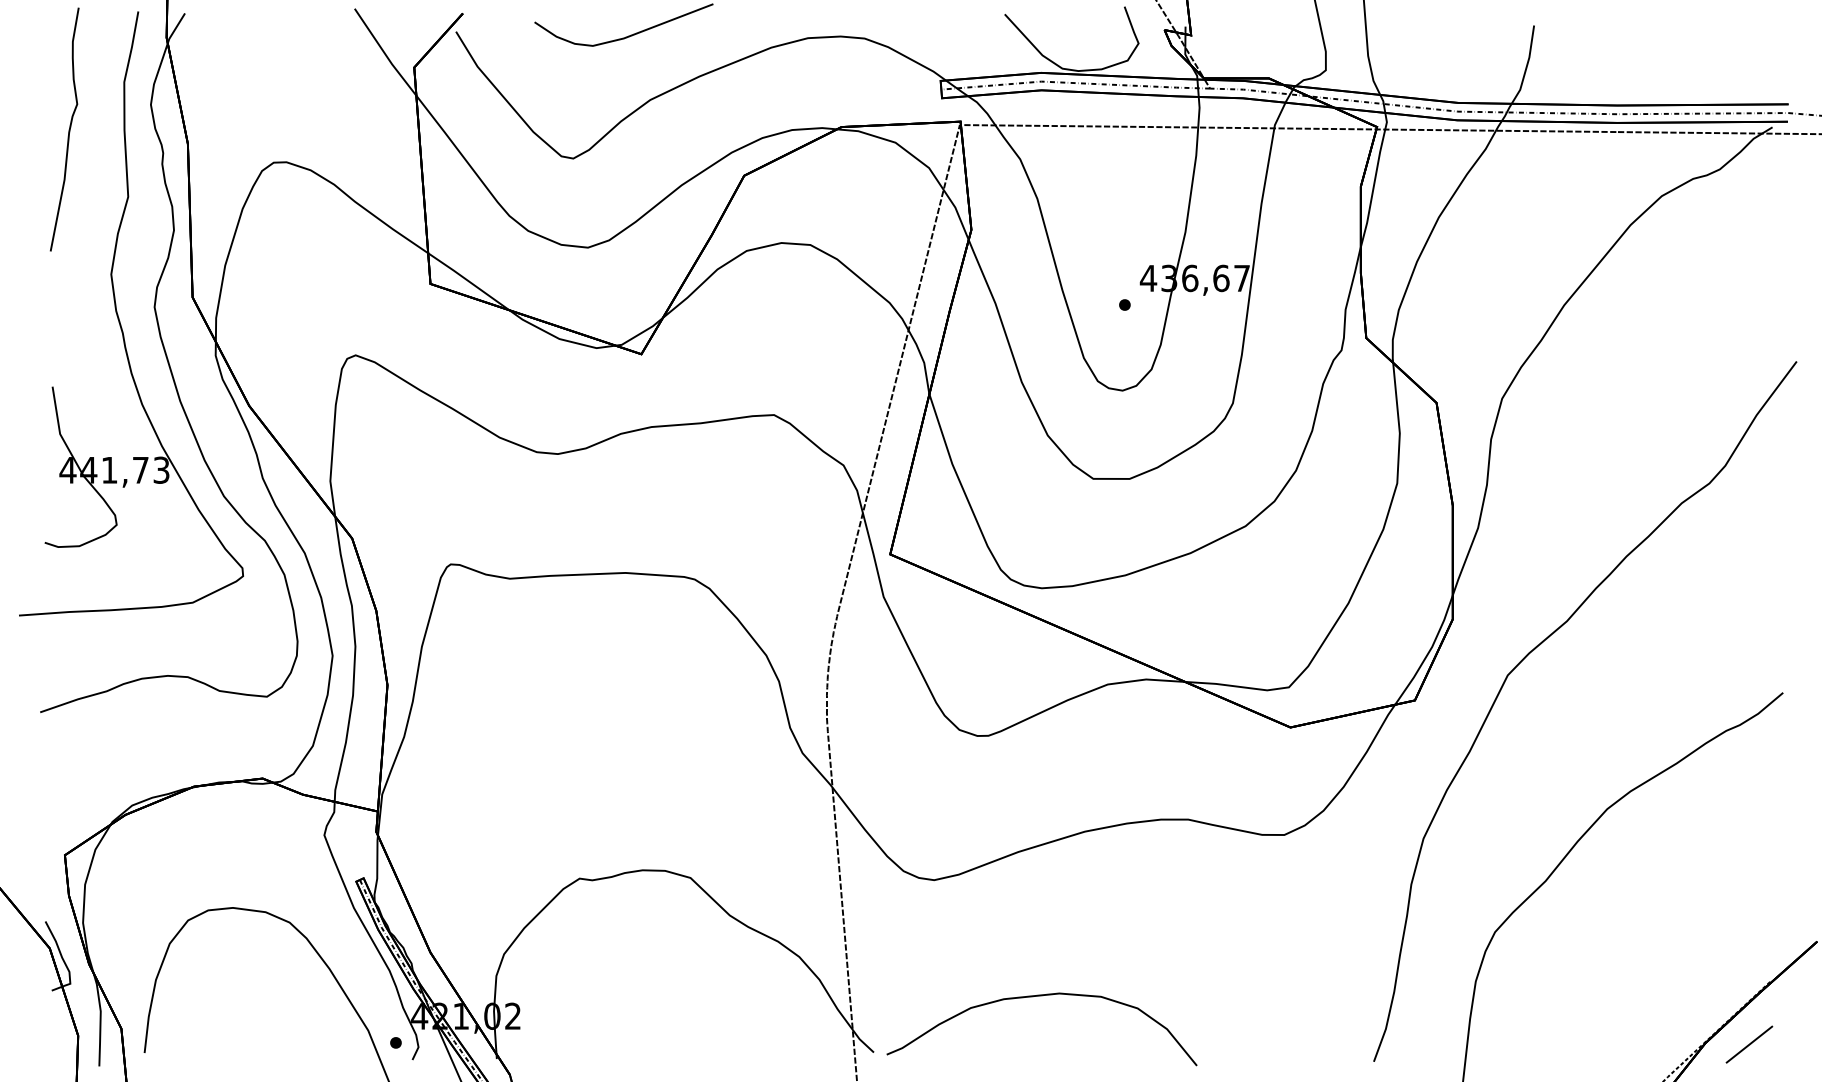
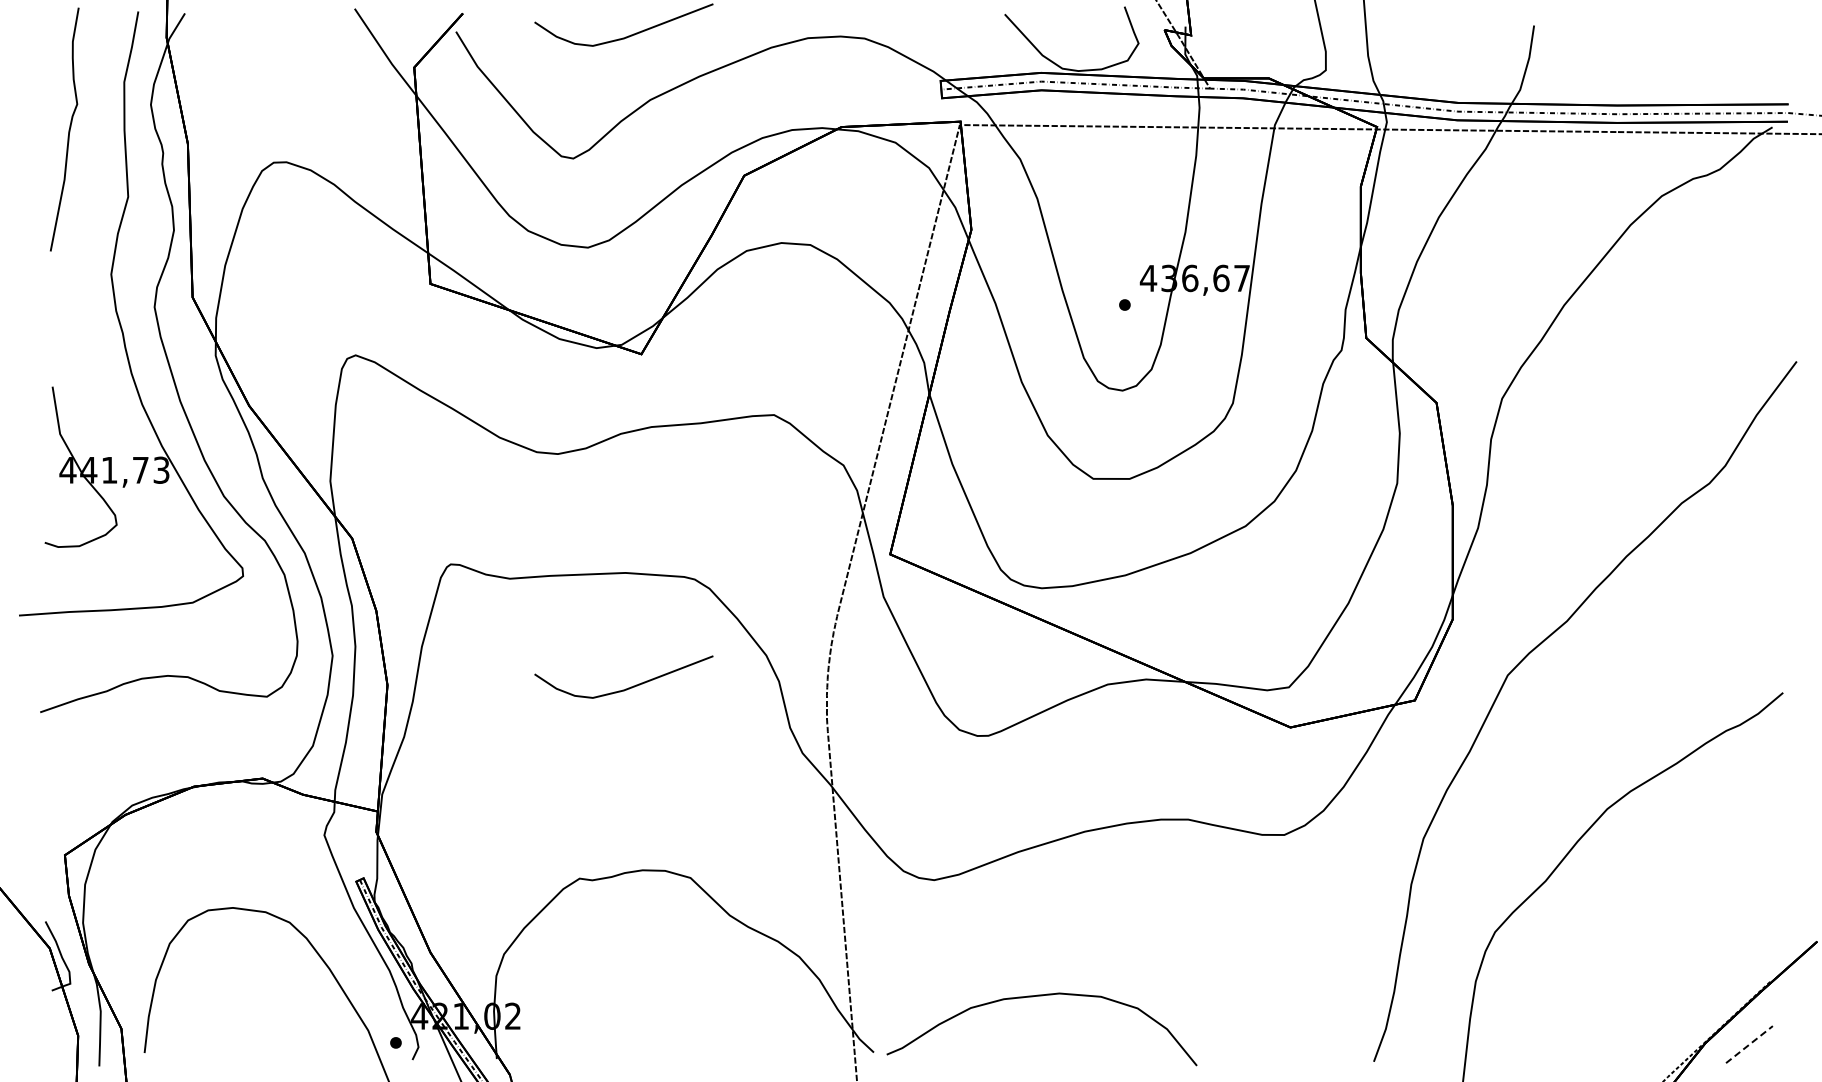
curve at (628, 687): none -> present
line at (1749, 1044): solid -> dashed
